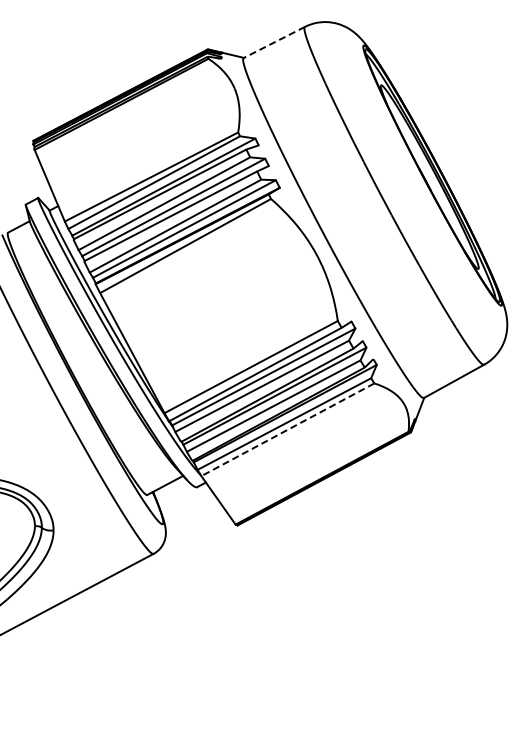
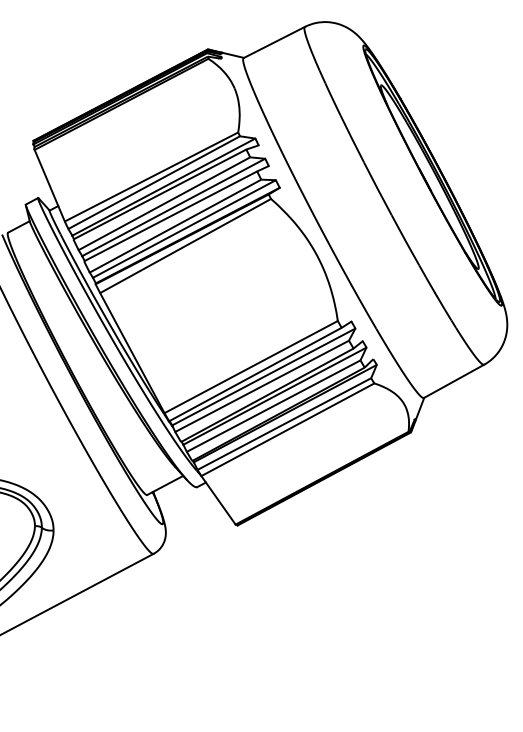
line at (273, 42): dashed -> solid
line at (287, 430): dashed -> solid
